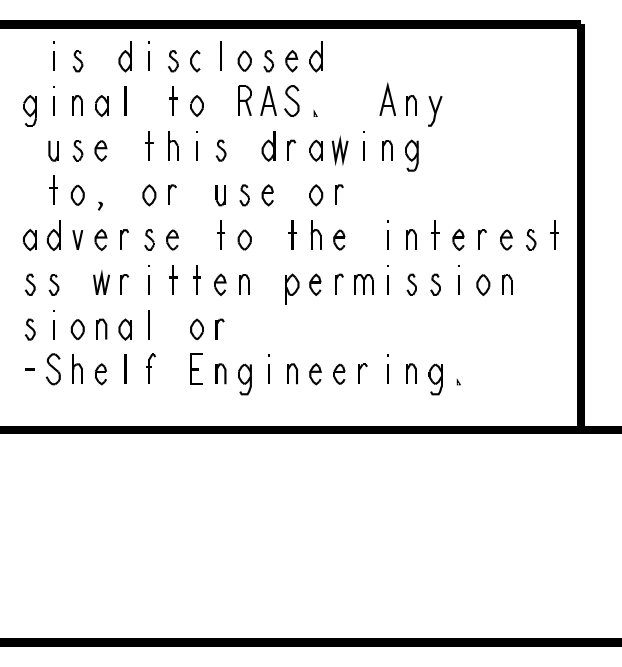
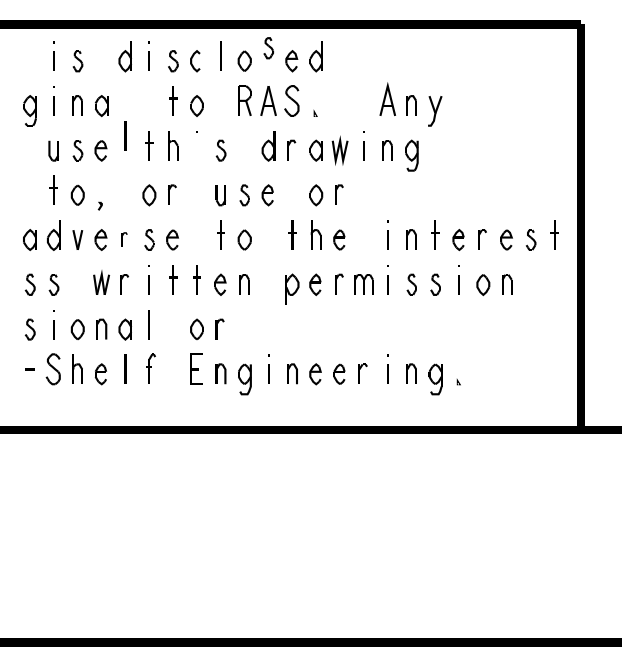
part at (268, 61) position: (268, 61) -> (268, 48)
line at (125, 100) position: (125, 100) -> (125, 135)
line at (196, 150): present -> none
part at (124, 239) size: 9x21 px -> 7x15 px
